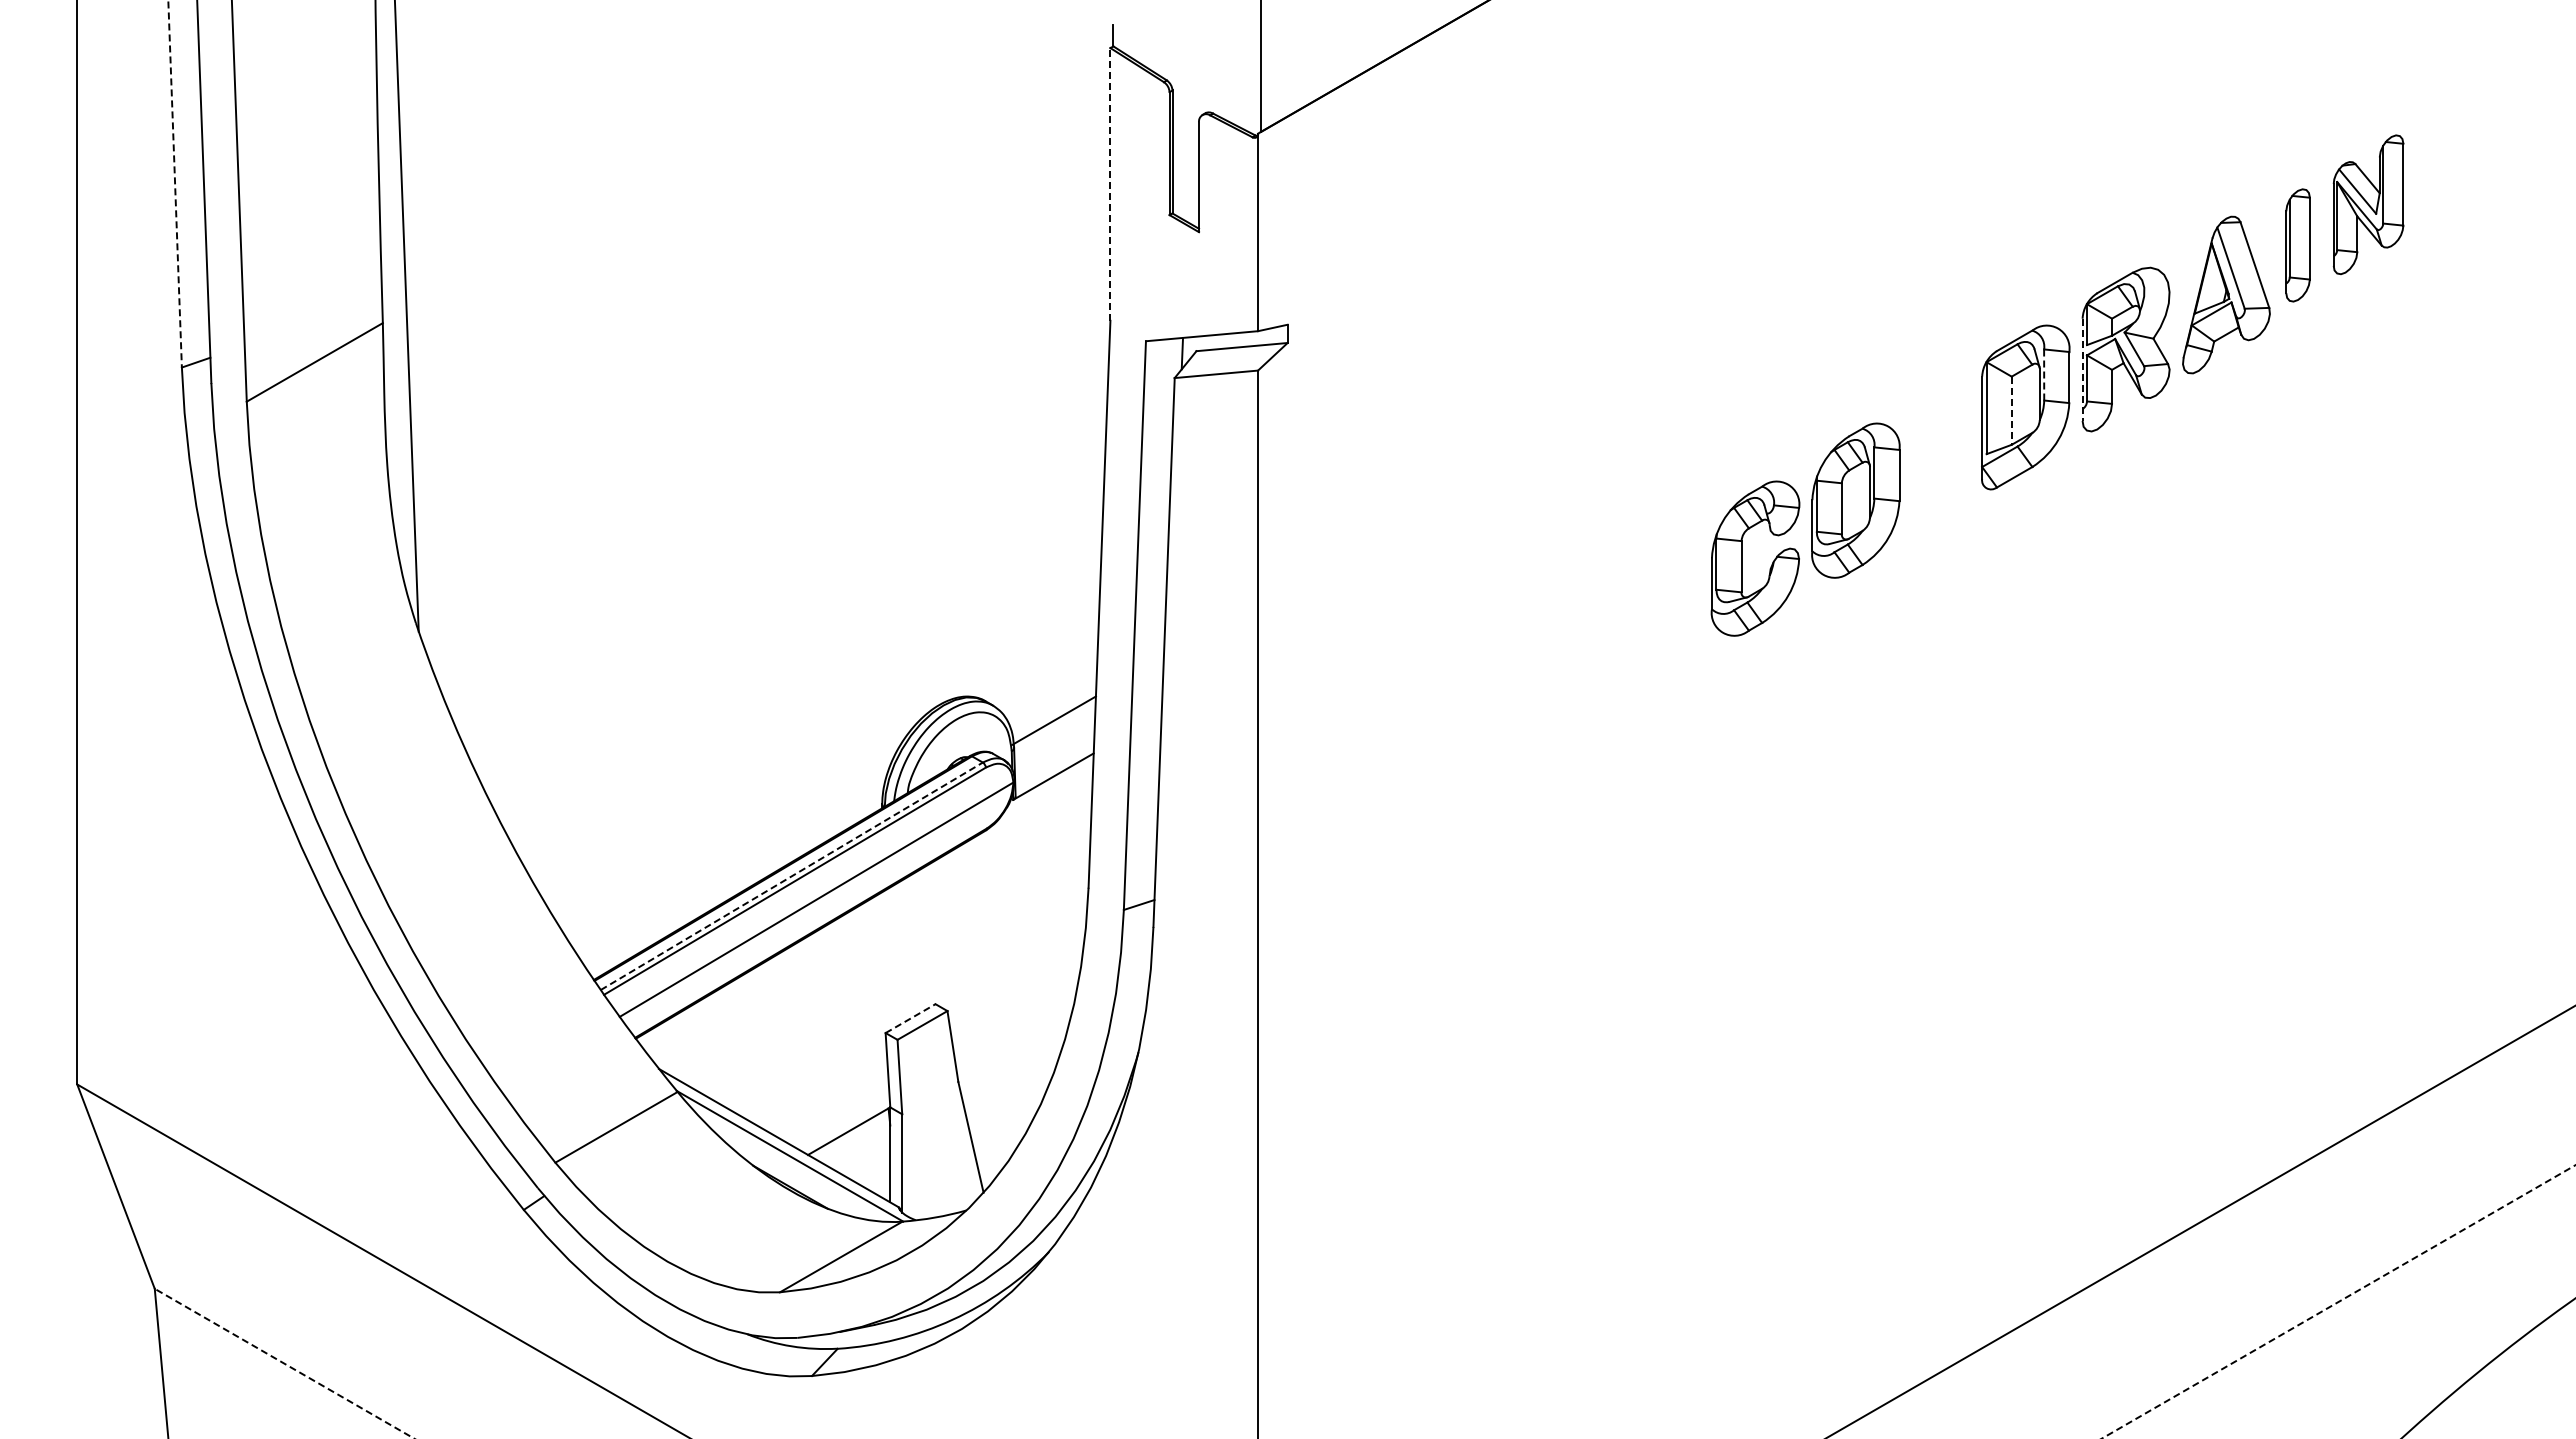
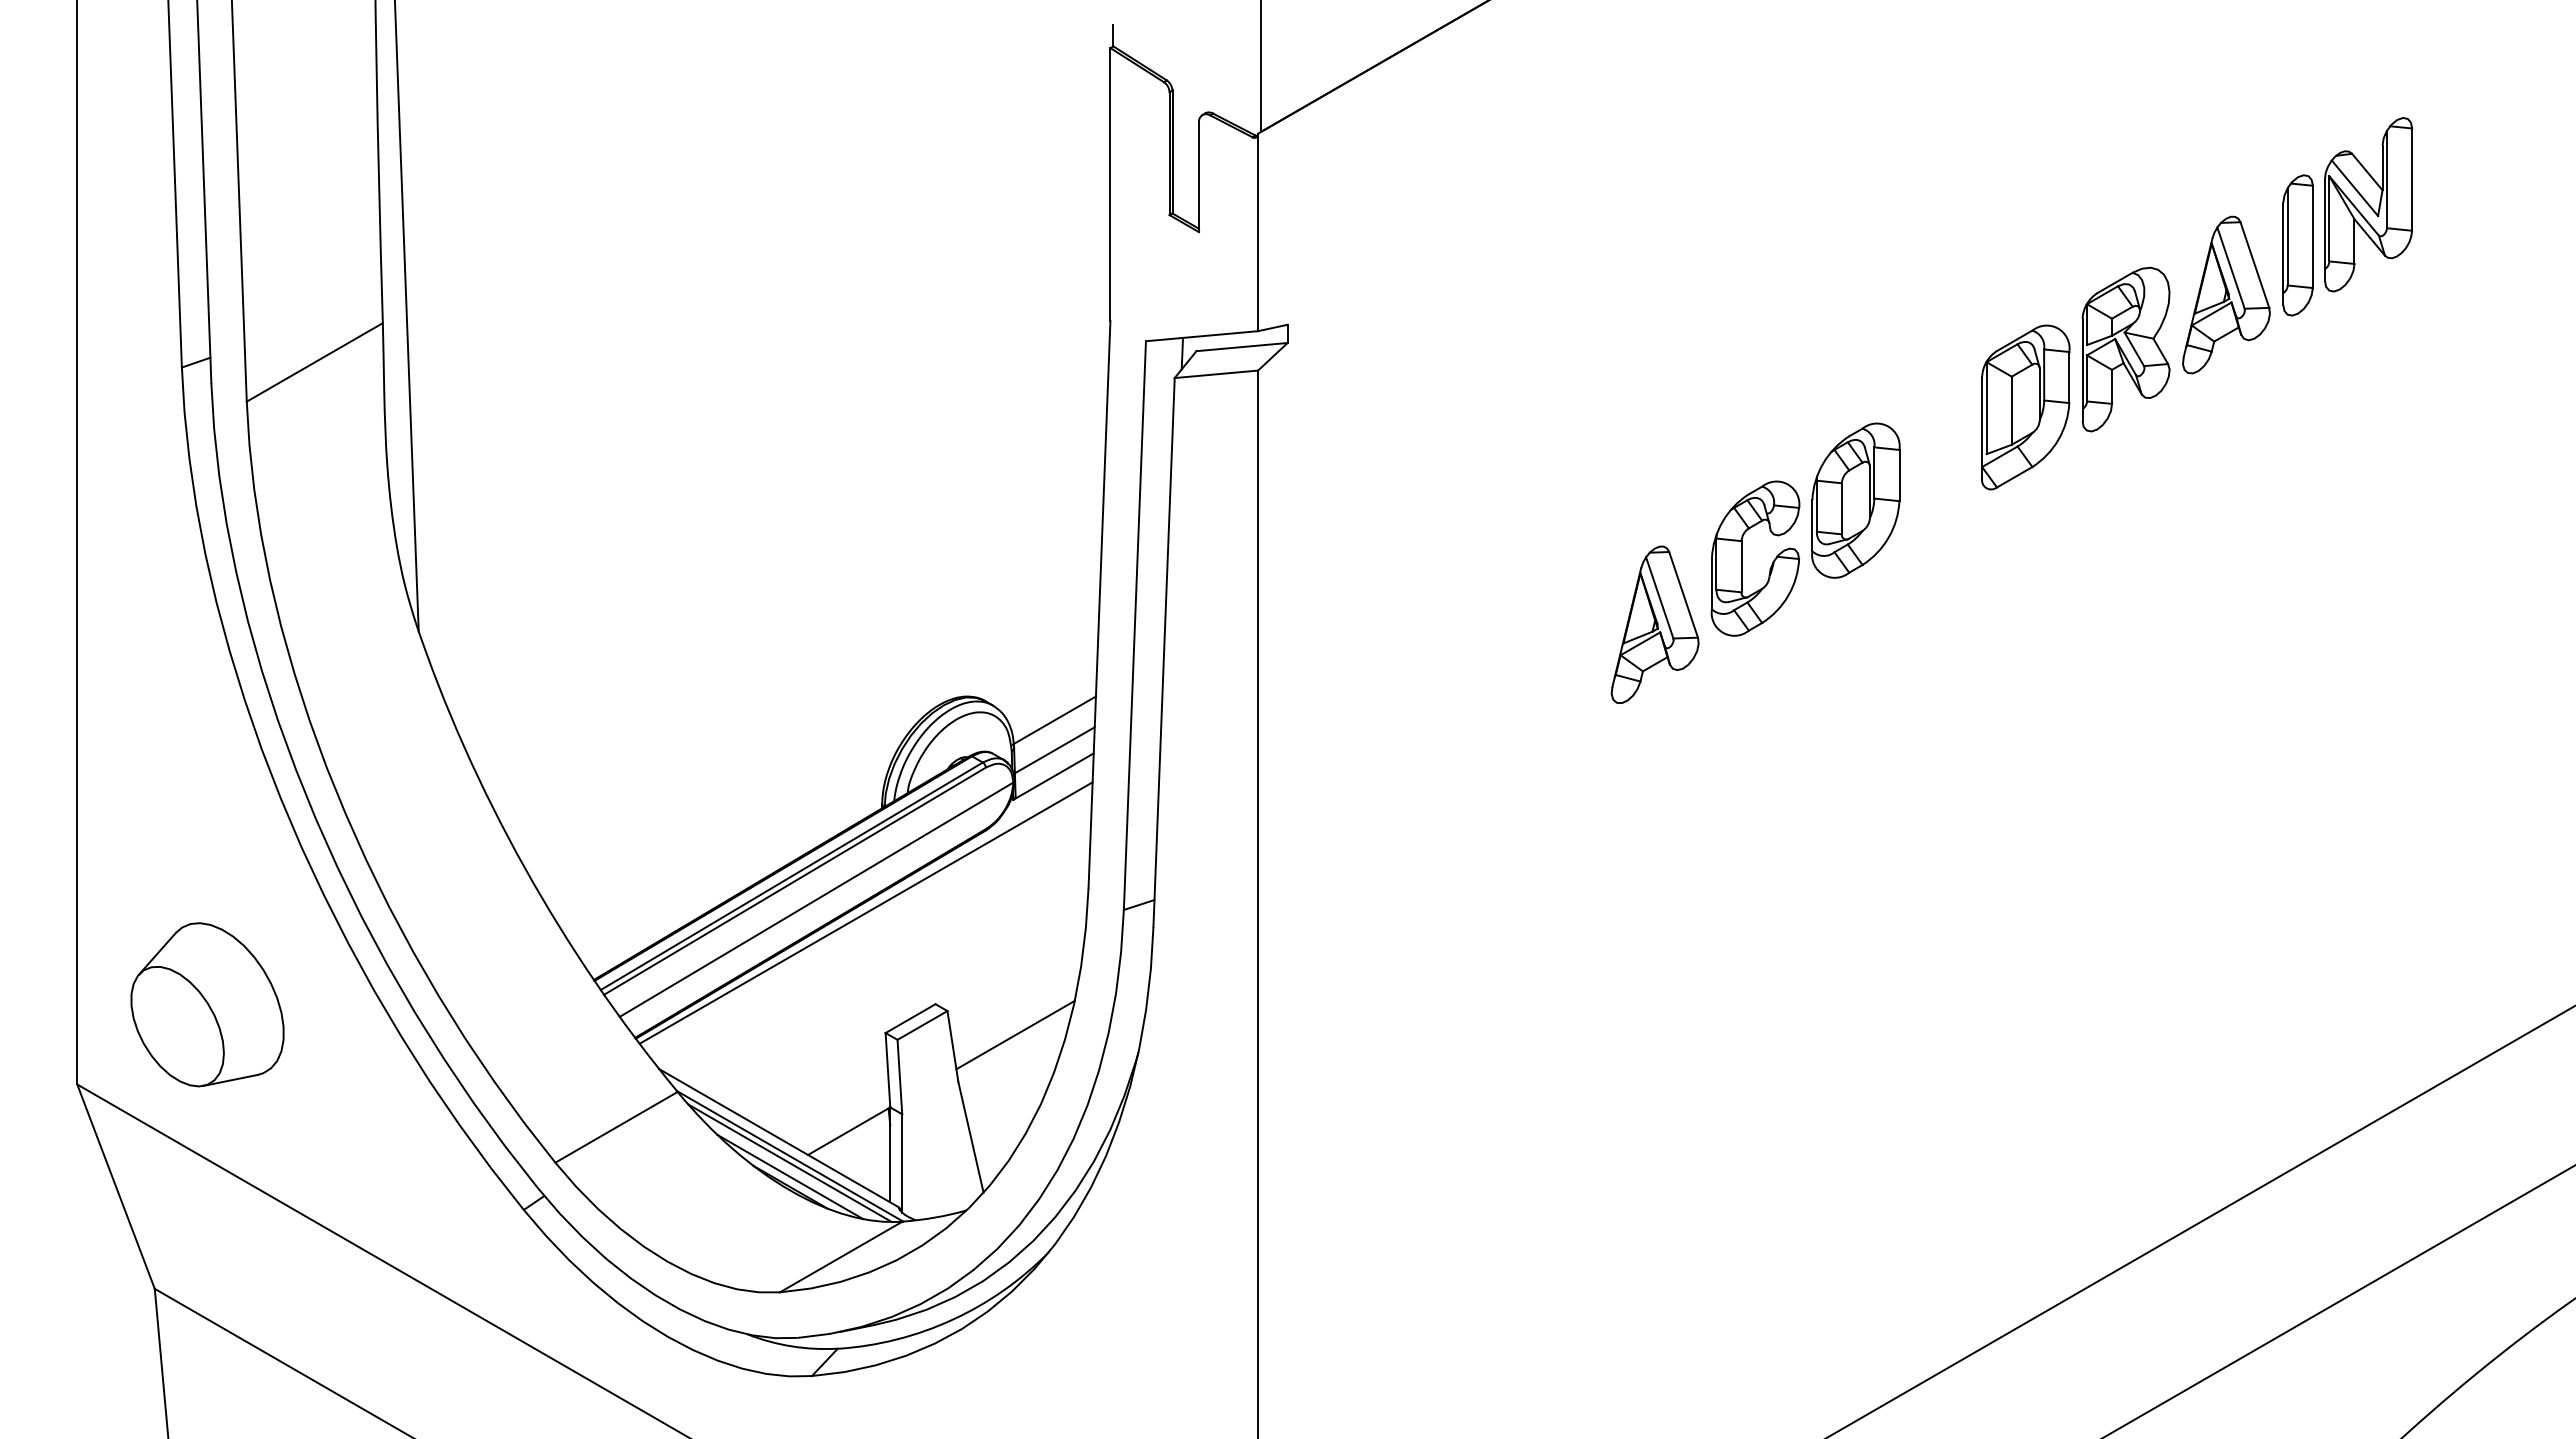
line at (175, 183): dashed -> solid
line at (1110, 183): dashed -> solid
part at (2368, 204) size: 73x142 px -> 89x176 px
part at (2297, 245) size: 26x115 px -> 32x143 px
line at (2082, 370): dashed -> solid
line at (2044, 374): dashed -> solid
line at (2011, 411): dashed -> solid
part at (1654, 624): none -> present
line at (1054, 750): none -> present
line at (792, 876): dashed -> solid
line at (865, 912): none -> present
part at (207, 1004): none -> present
line at (910, 1018): dashed -> solid
line at (1015, 1034): none -> present
line at (789, 1163): none -> present
line at (790, 1176): none -> present
line at (2338, 1301): dashed -> solid
line at (284, 1363): dashed -> solid
